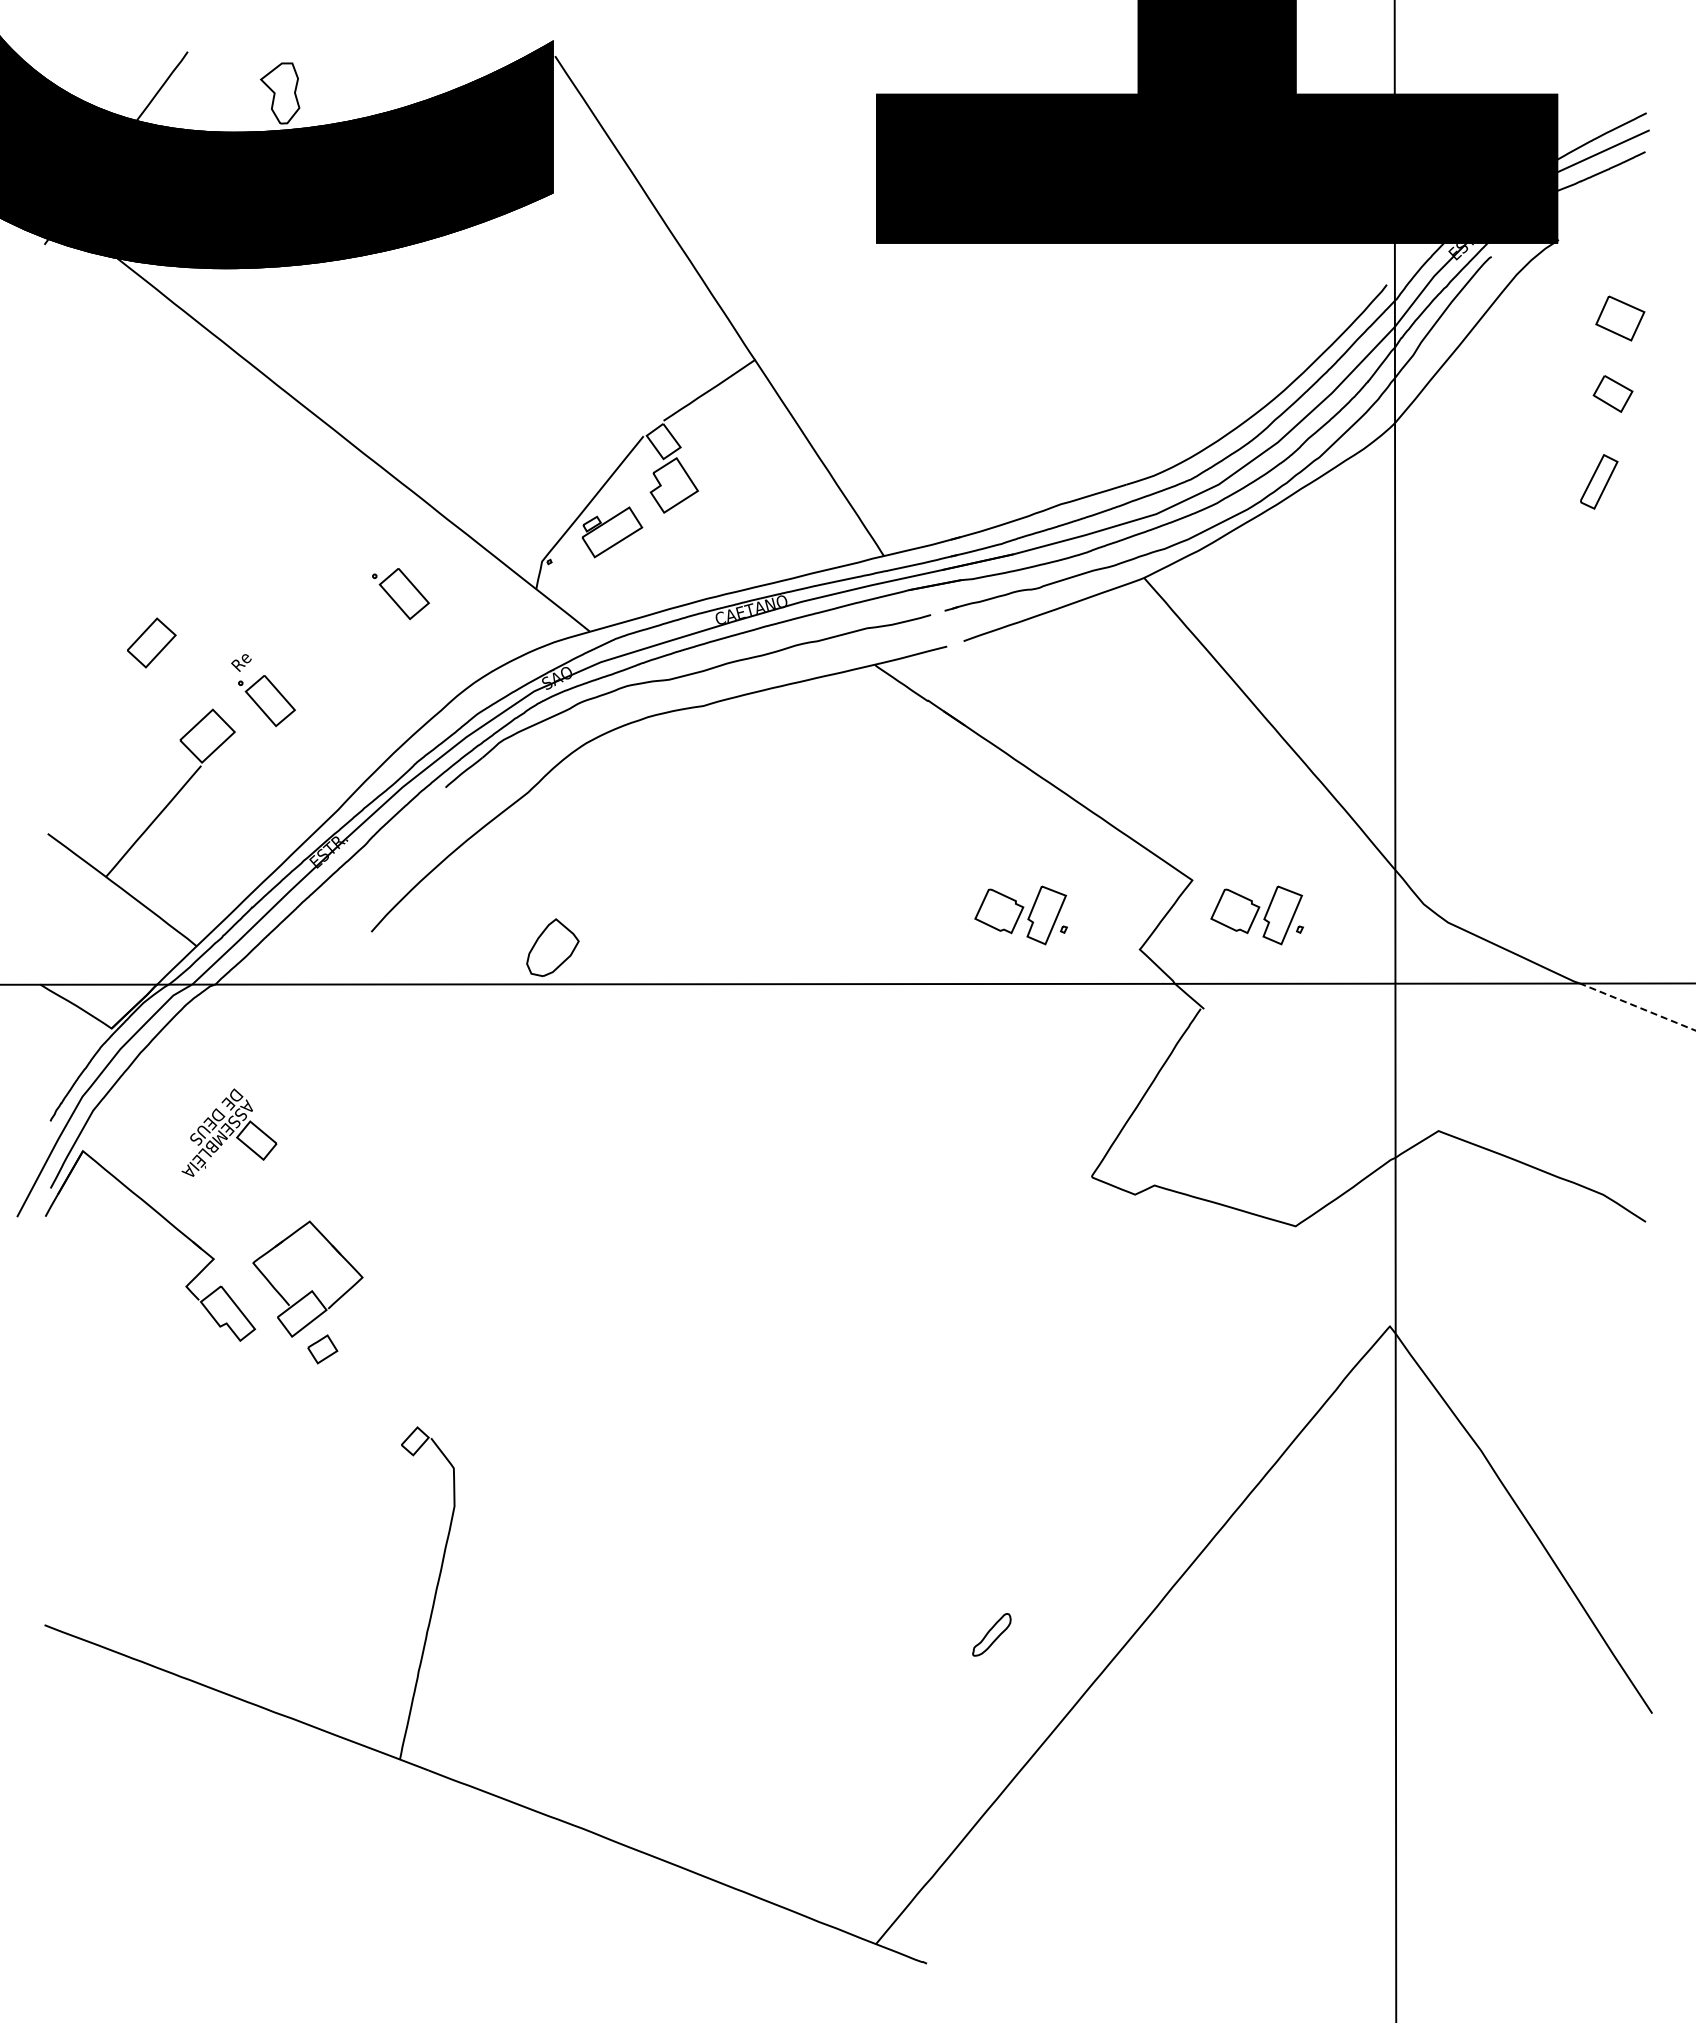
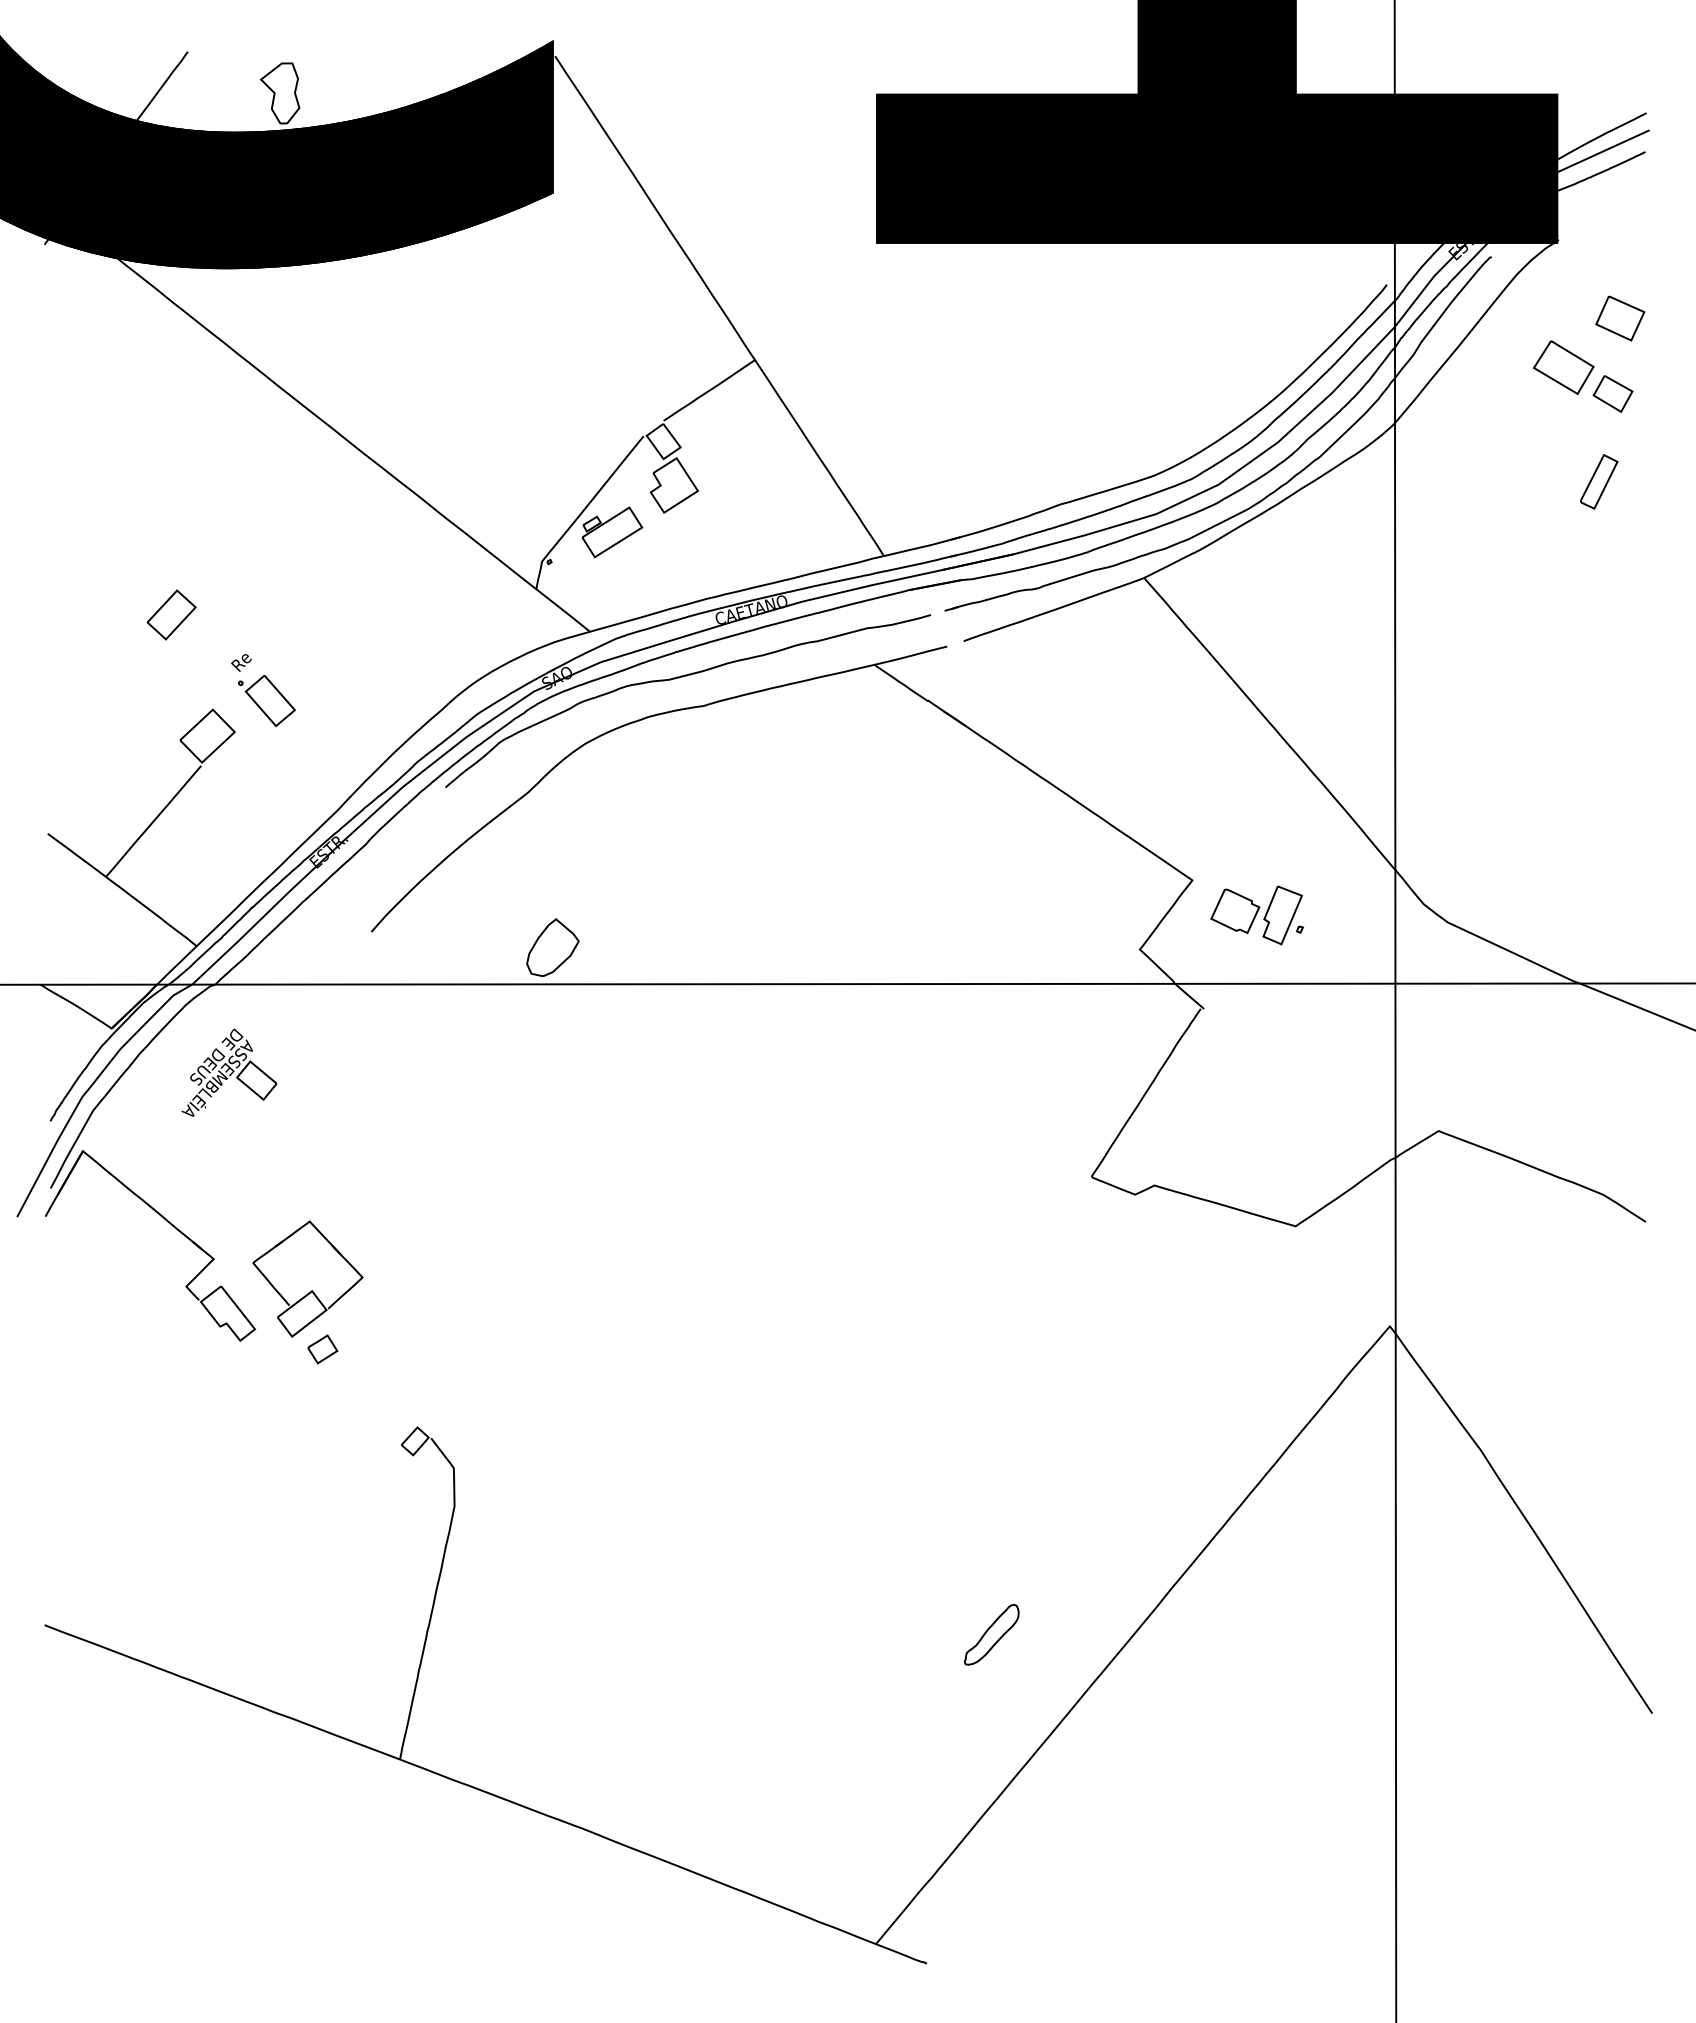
part at (1563, 367): none -> present
part at (400, 593): present -> none
part at (151, 642) position: (151, 642) -> (171, 614)
part at (1020, 915): present -> none
line at (1637, 1006): dashed -> solid
part at (229, 1132) position: (229, 1132) -> (229, 1072)
part at (991, 1634) size: 40x44 px -> 56x62 px
